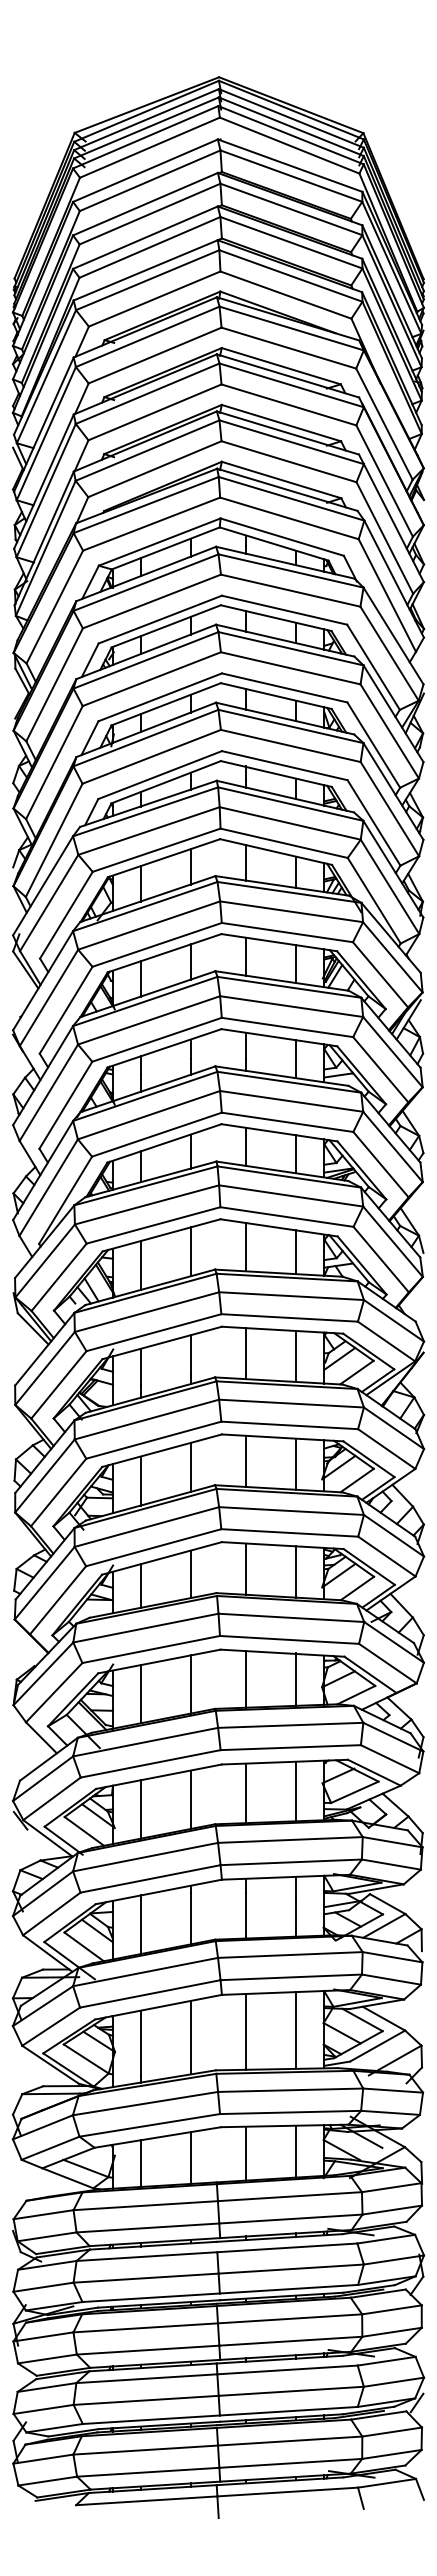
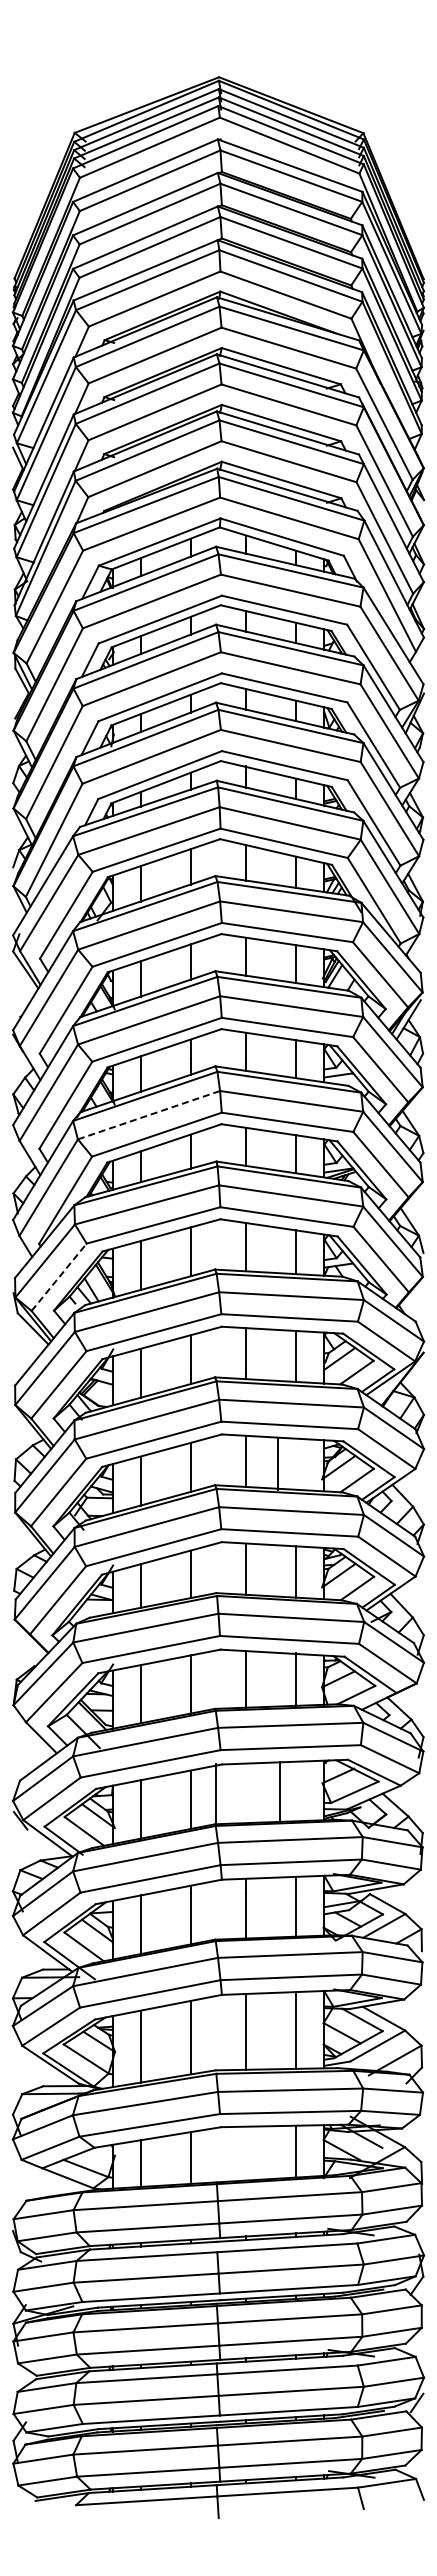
line at (149, 1115): solid -> dashed
line at (59, 1277): solid -> dashed
line at (296, 1463) position: (296, 1463) -> (278, 1463)
line at (296, 1791) position: (296, 1791) -> (280, 1791)
line at (246, 1793) position: (246, 1793) -> (216, 1793)
line at (246, 2153): present -> none
